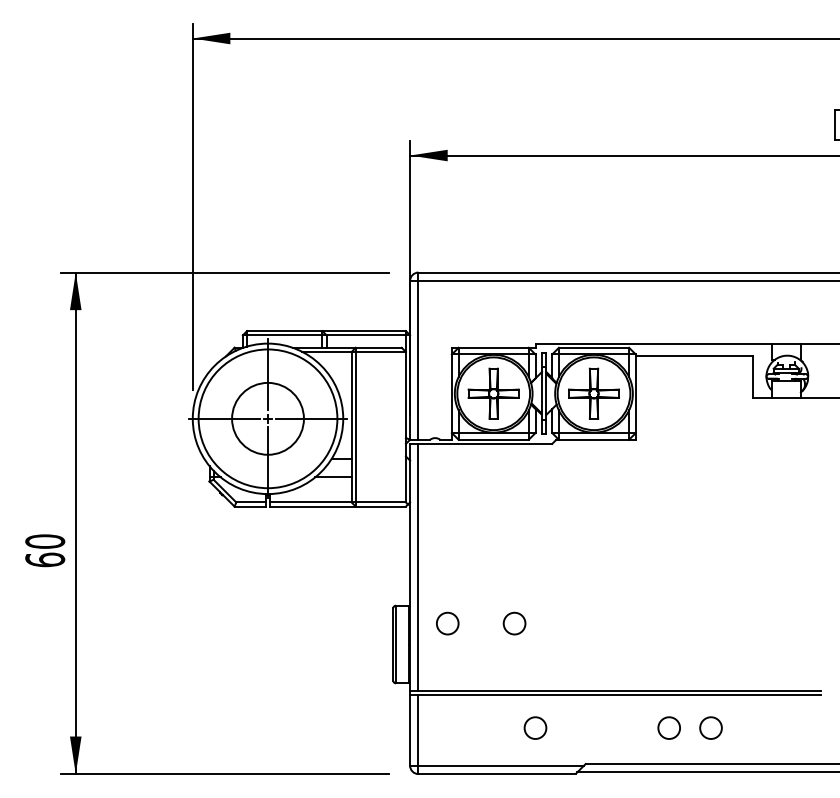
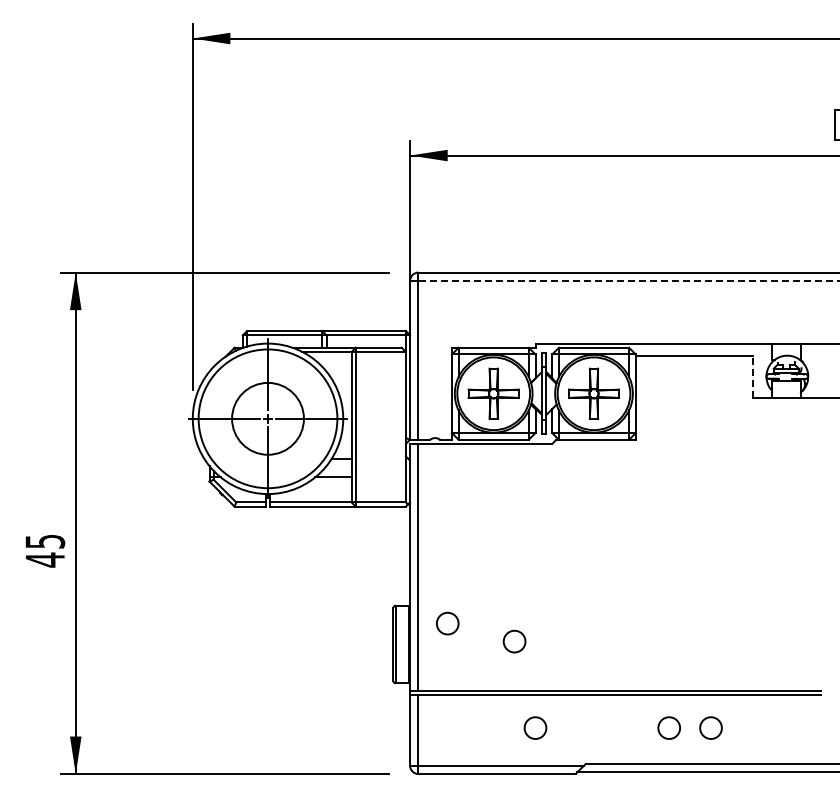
line at (628, 280): solid -> dashed
line at (752, 377): solid -> dashed
text at (45, 550): 60 -> 45
circle at (514, 623) position: (514, 623) -> (514, 641)
